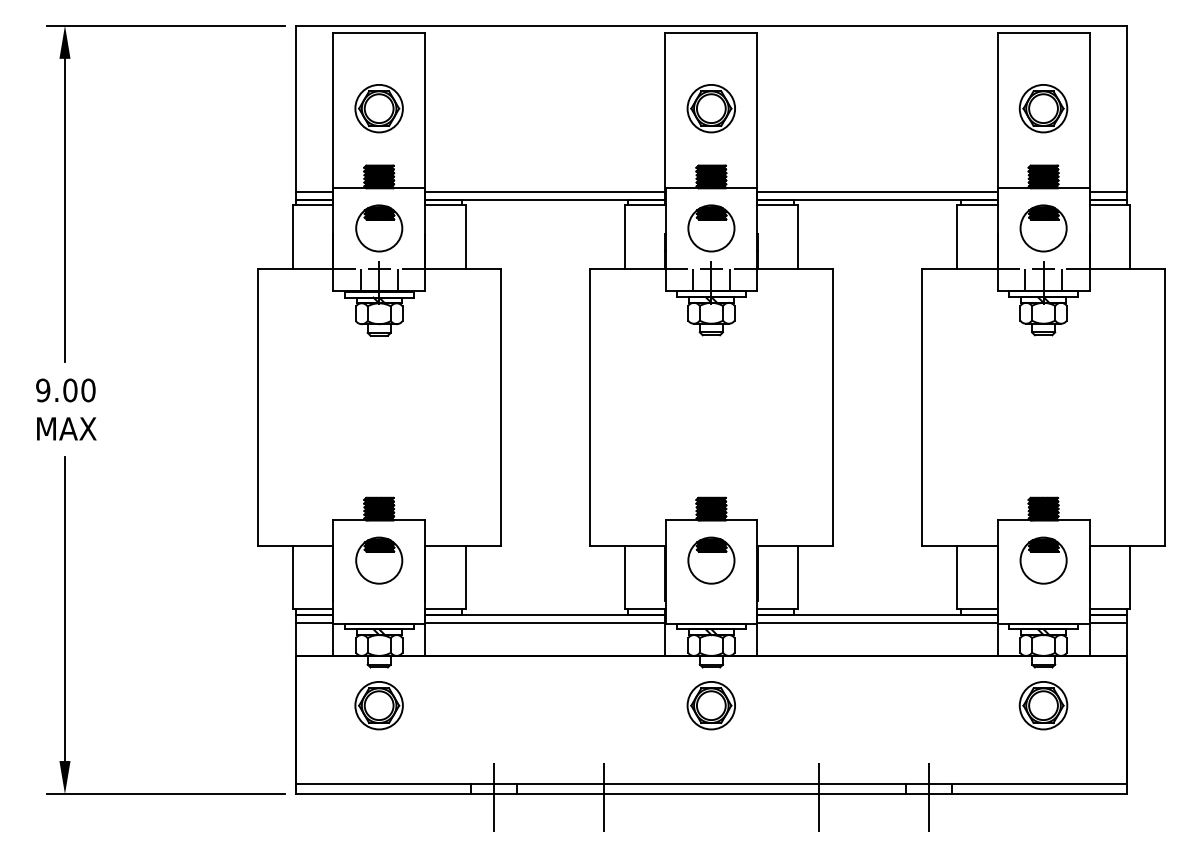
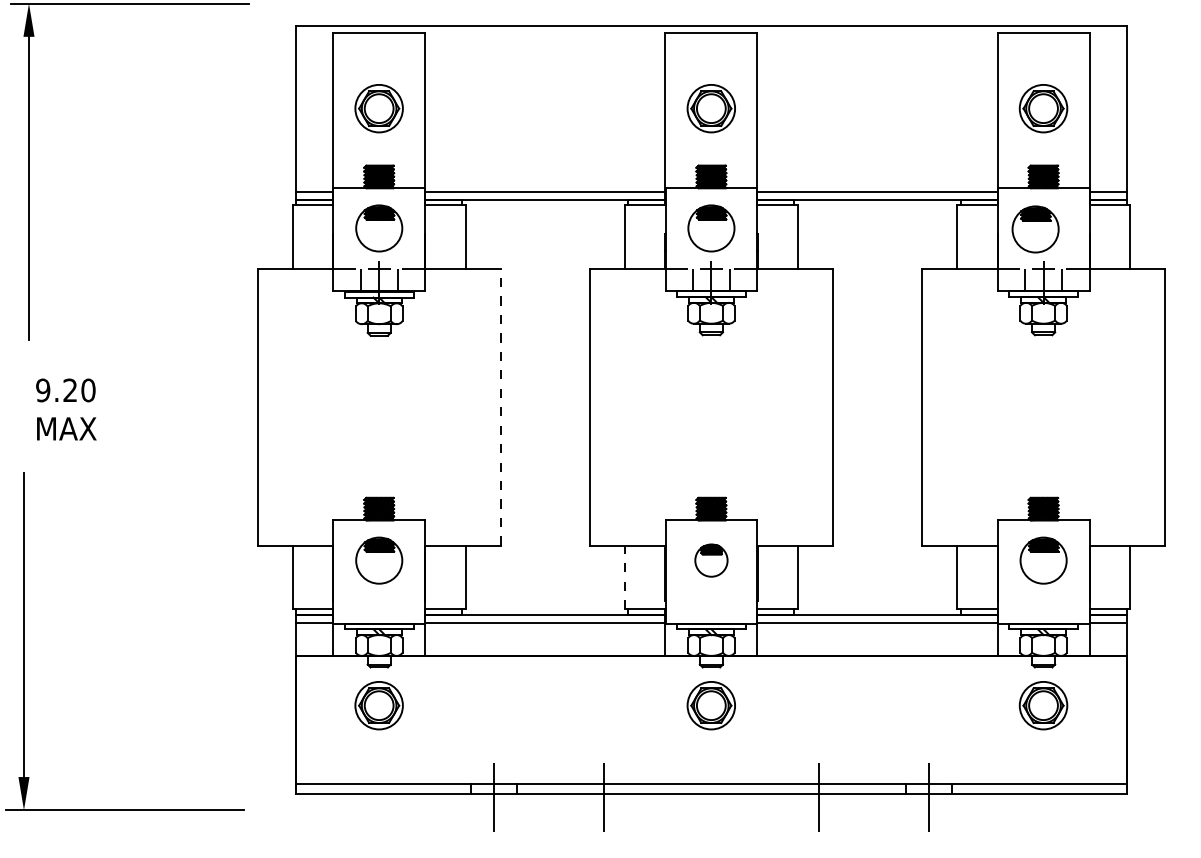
part at (65, 193) position: (65, 193) -> (29, 171)
part at (1043, 228) position: (1043, 228) -> (1035, 229)
text at (70, 390): 9.00 -> 9.20
line at (500, 406): solid -> dashed
part at (711, 560) size: 49x49 px -> 35x35 px
line at (624, 577): solid -> dashed
part at (65, 625) position: (65, 625) -> (24, 641)
